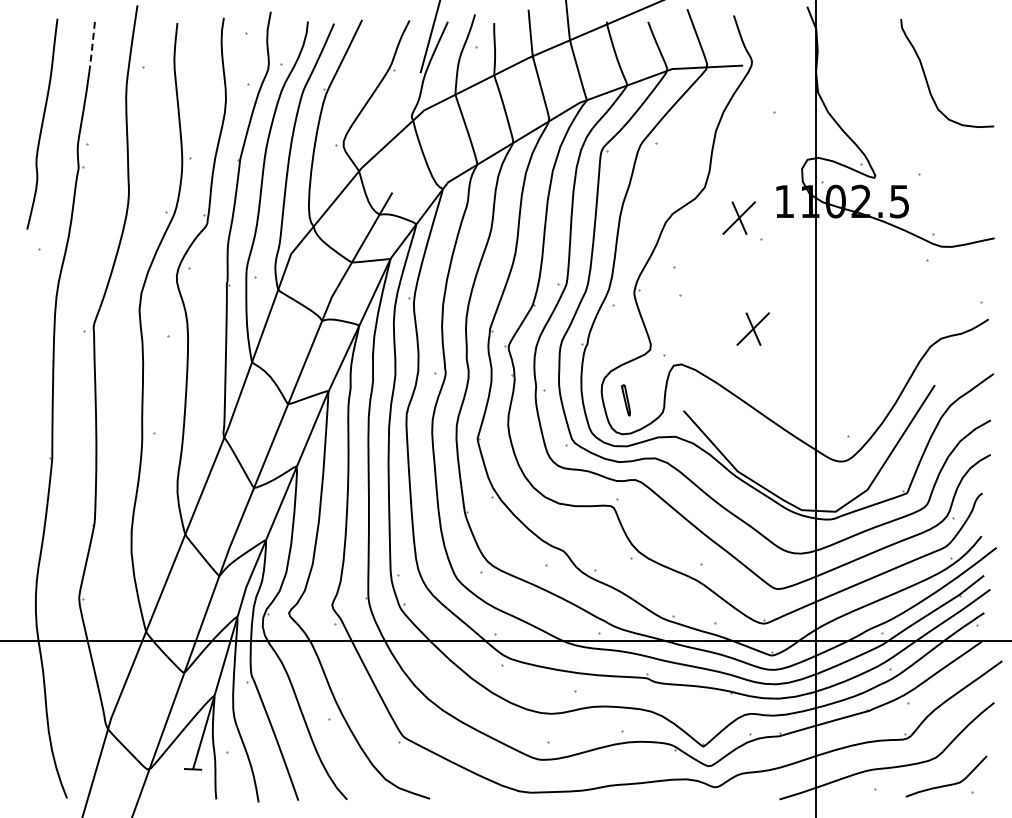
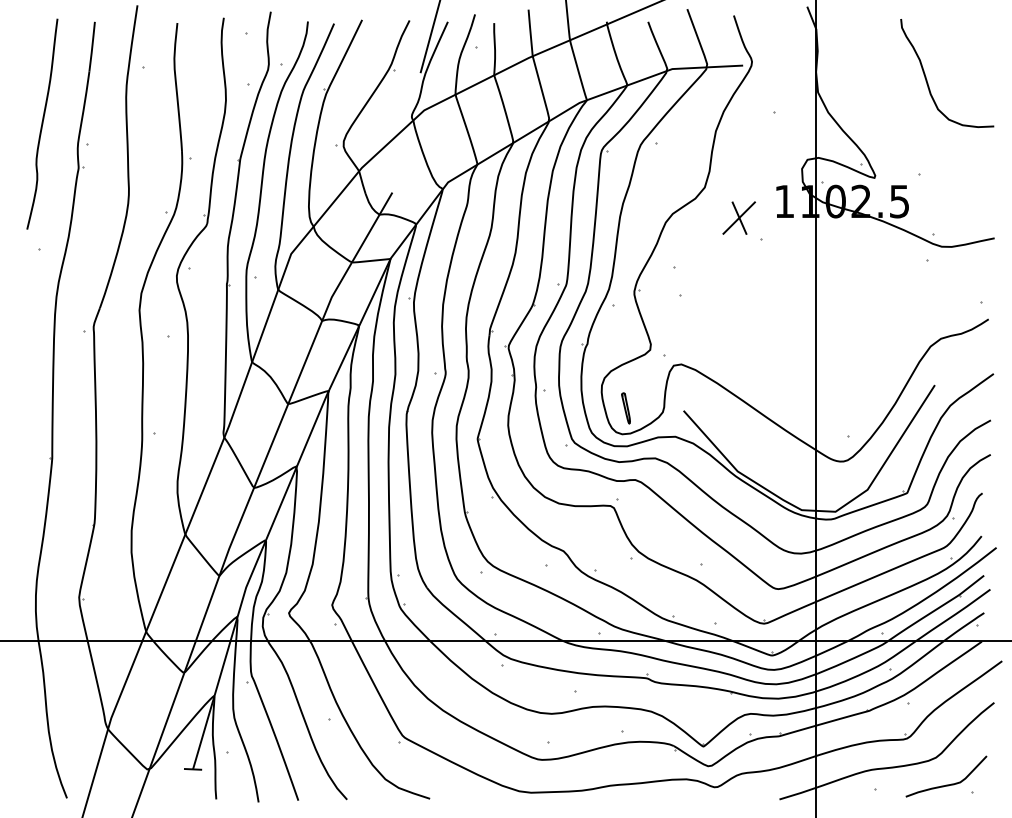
line at (92, 46): dashed -> solid
part at (752, 328): present -> none
part at (625, 400) position: (625, 400) -> (625, 408)
